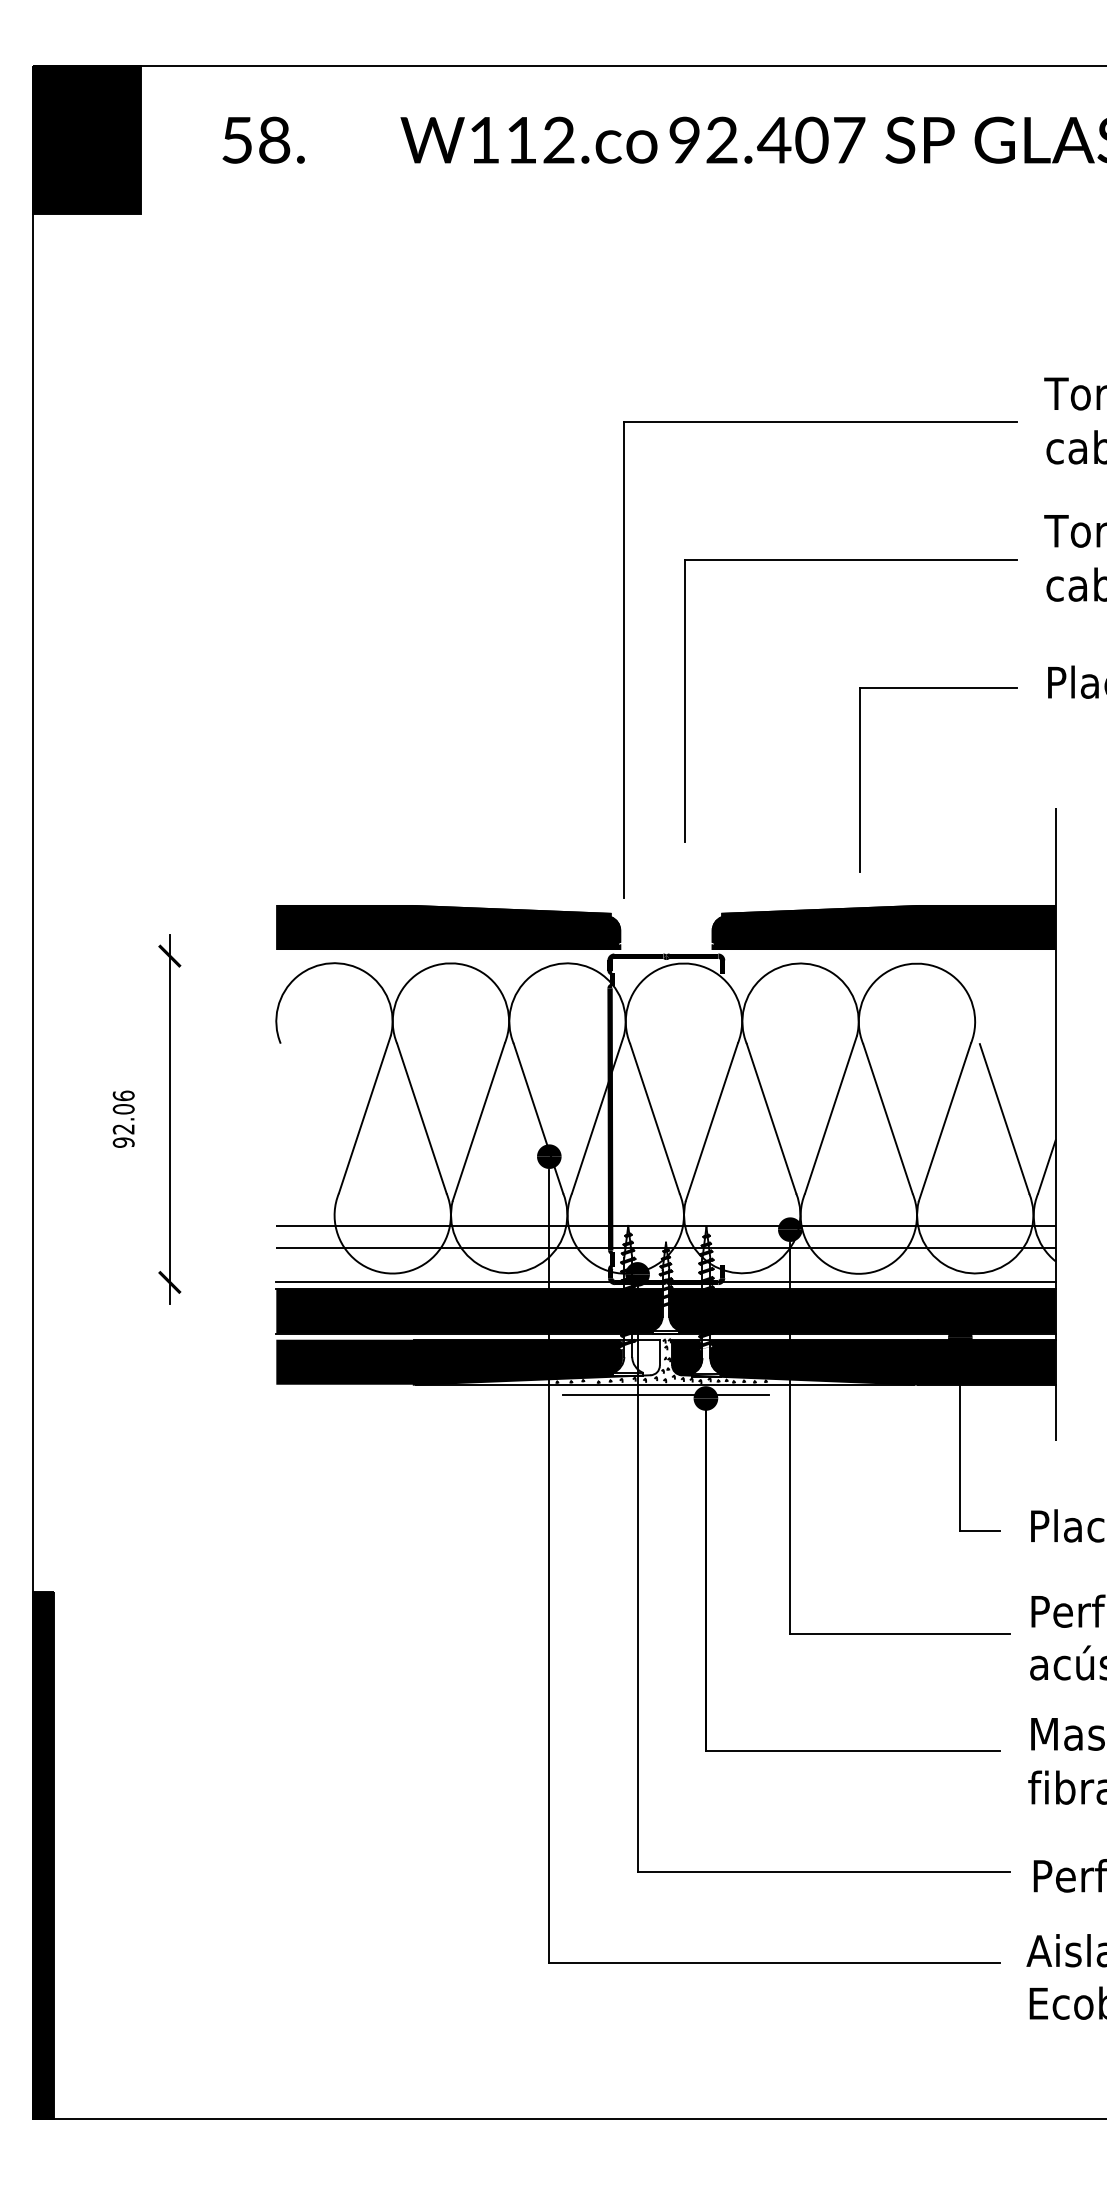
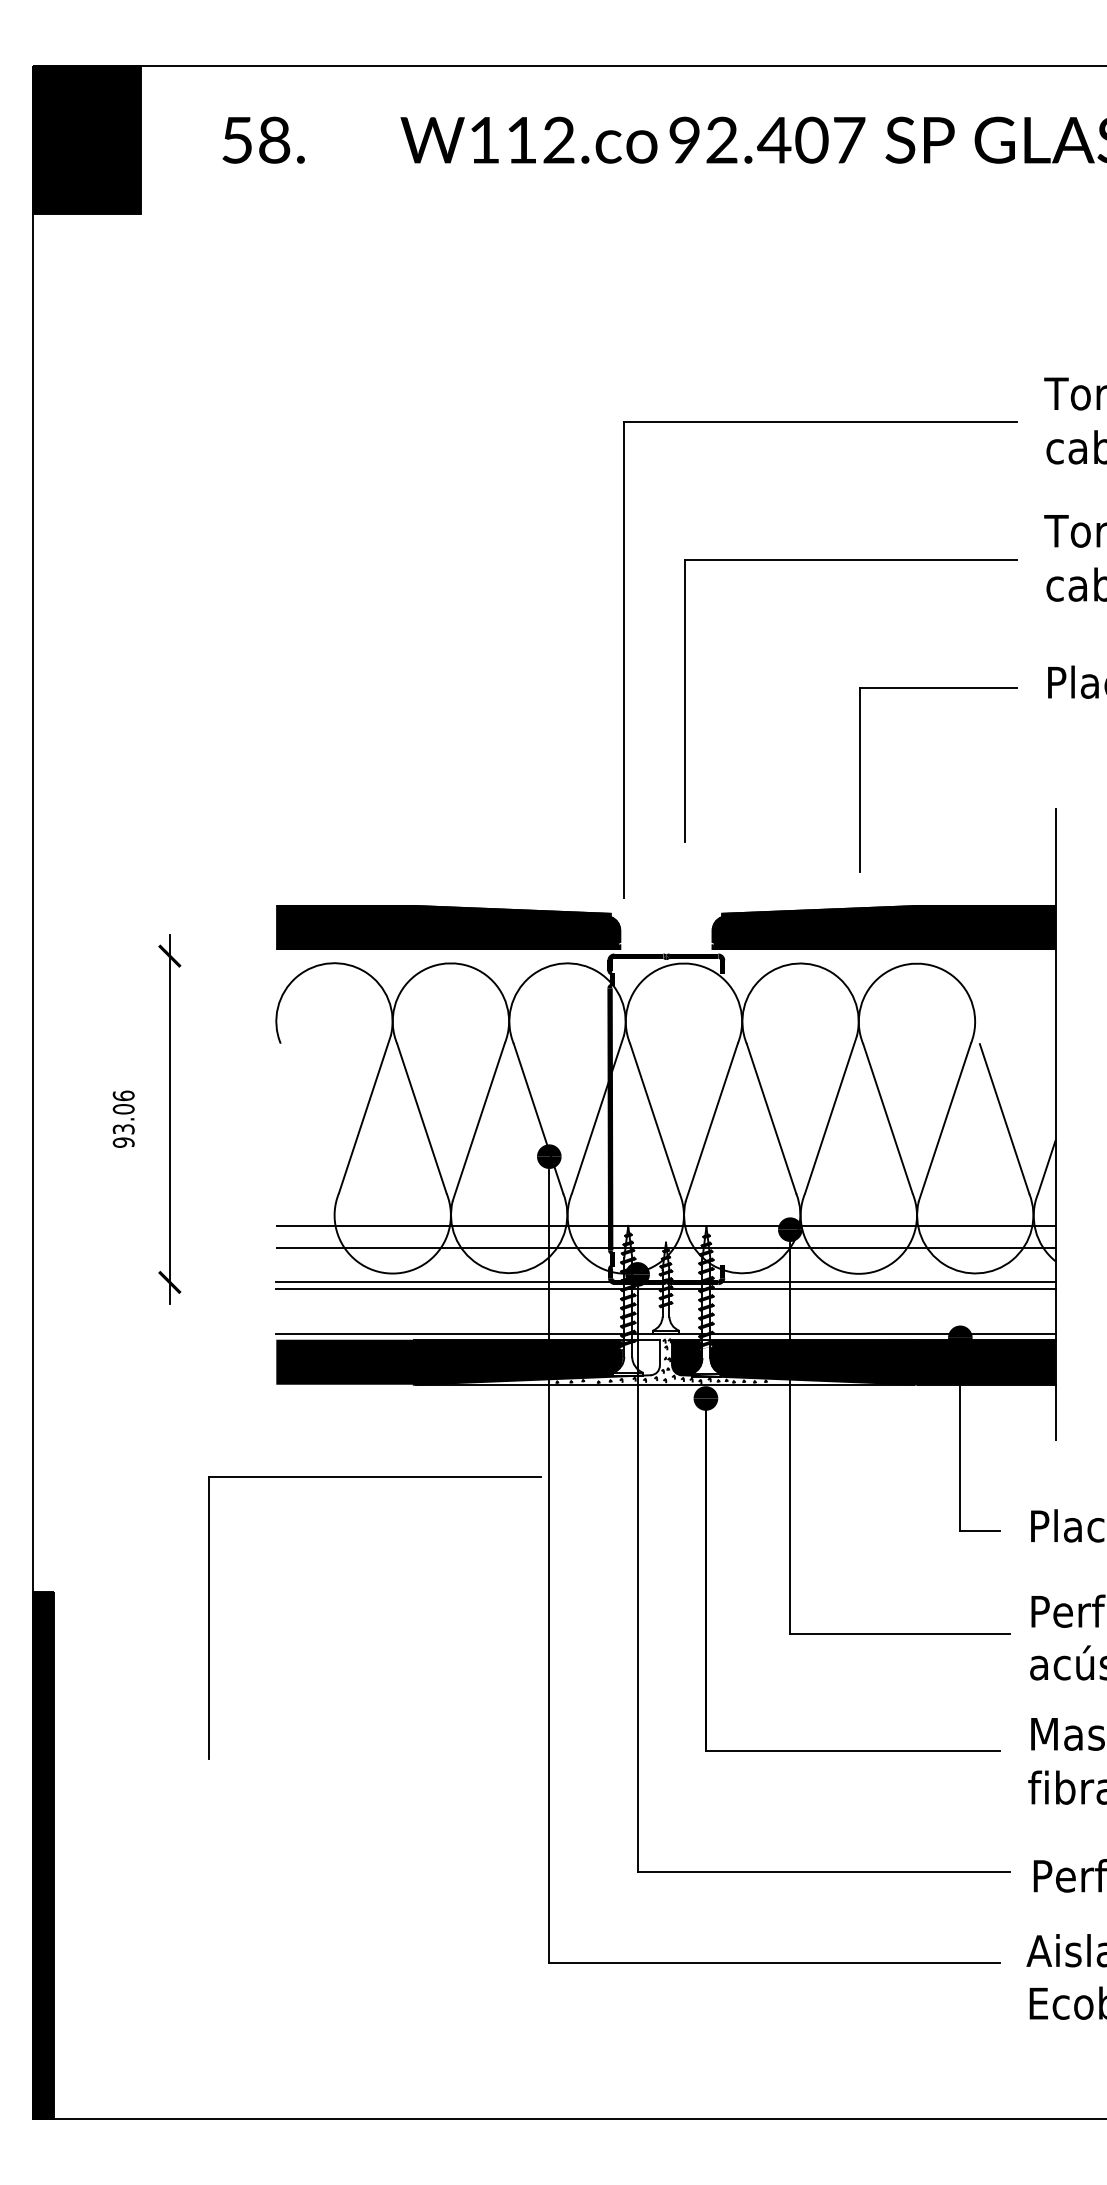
text at (123, 1129): 92.06 -> 93.06
fill at (469, 1310): present -> none
fill at (862, 1310): present -> none
line at (665, 1395): present -> none
part at (374, 1477): none -> present
